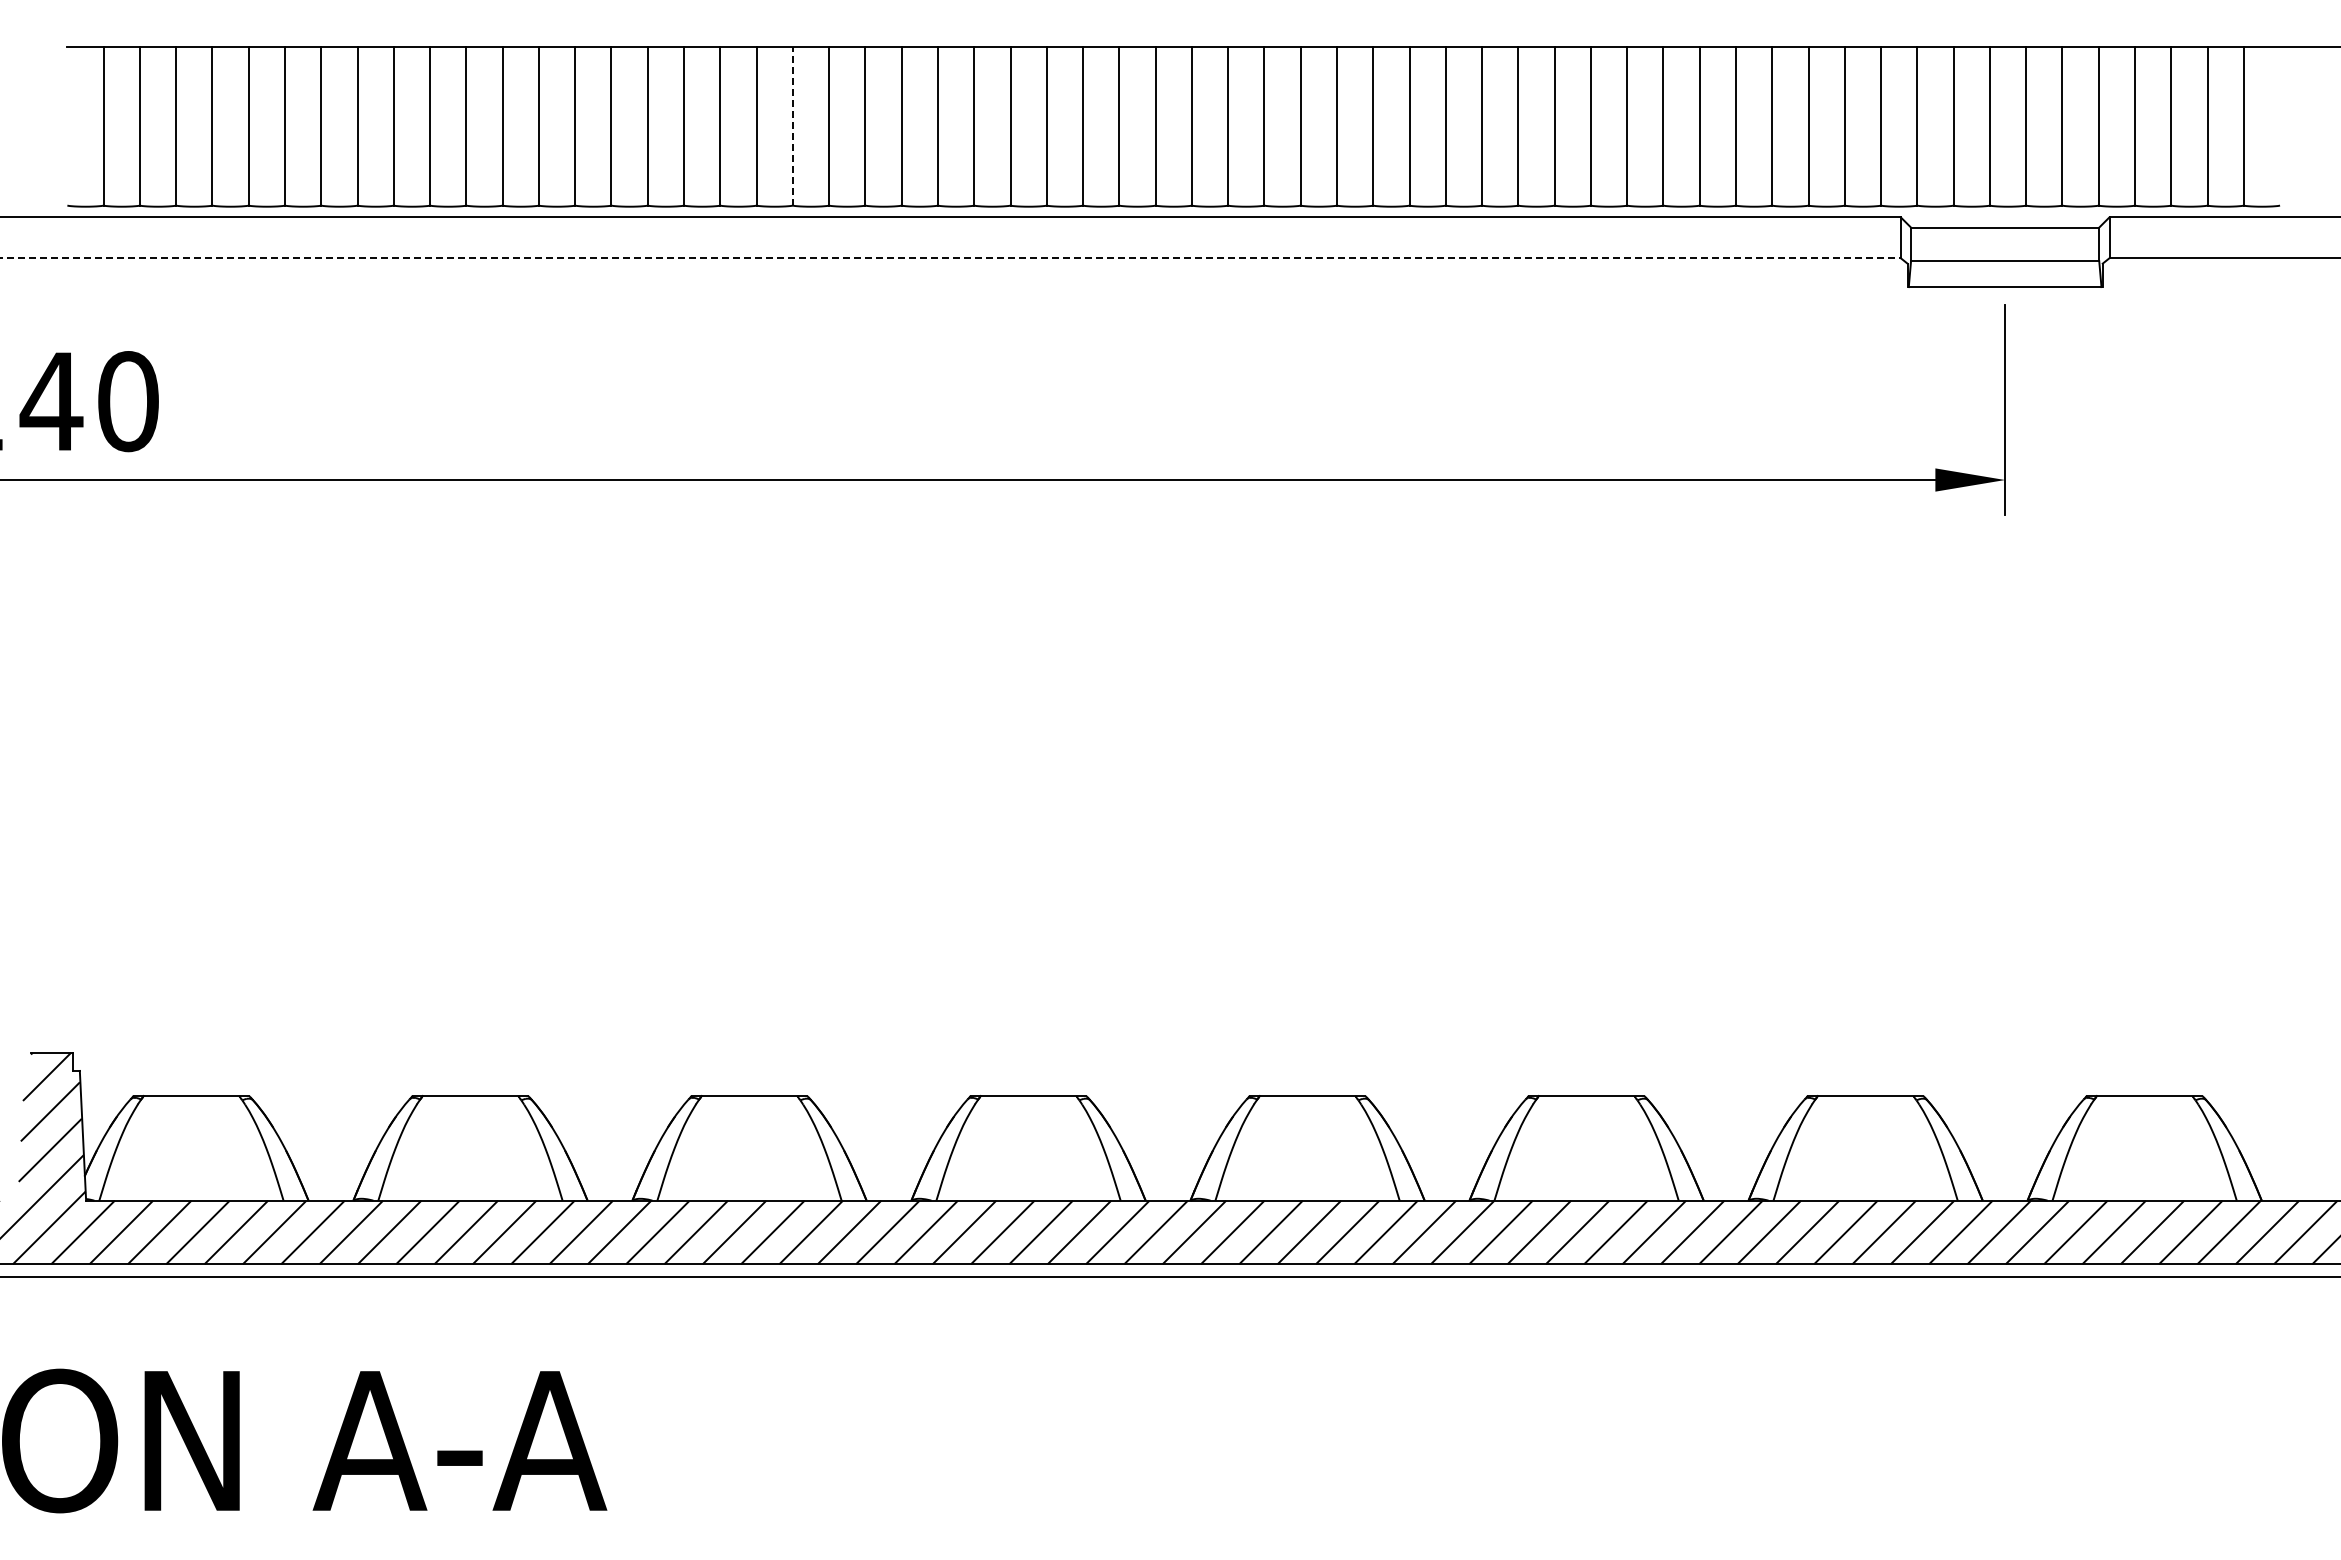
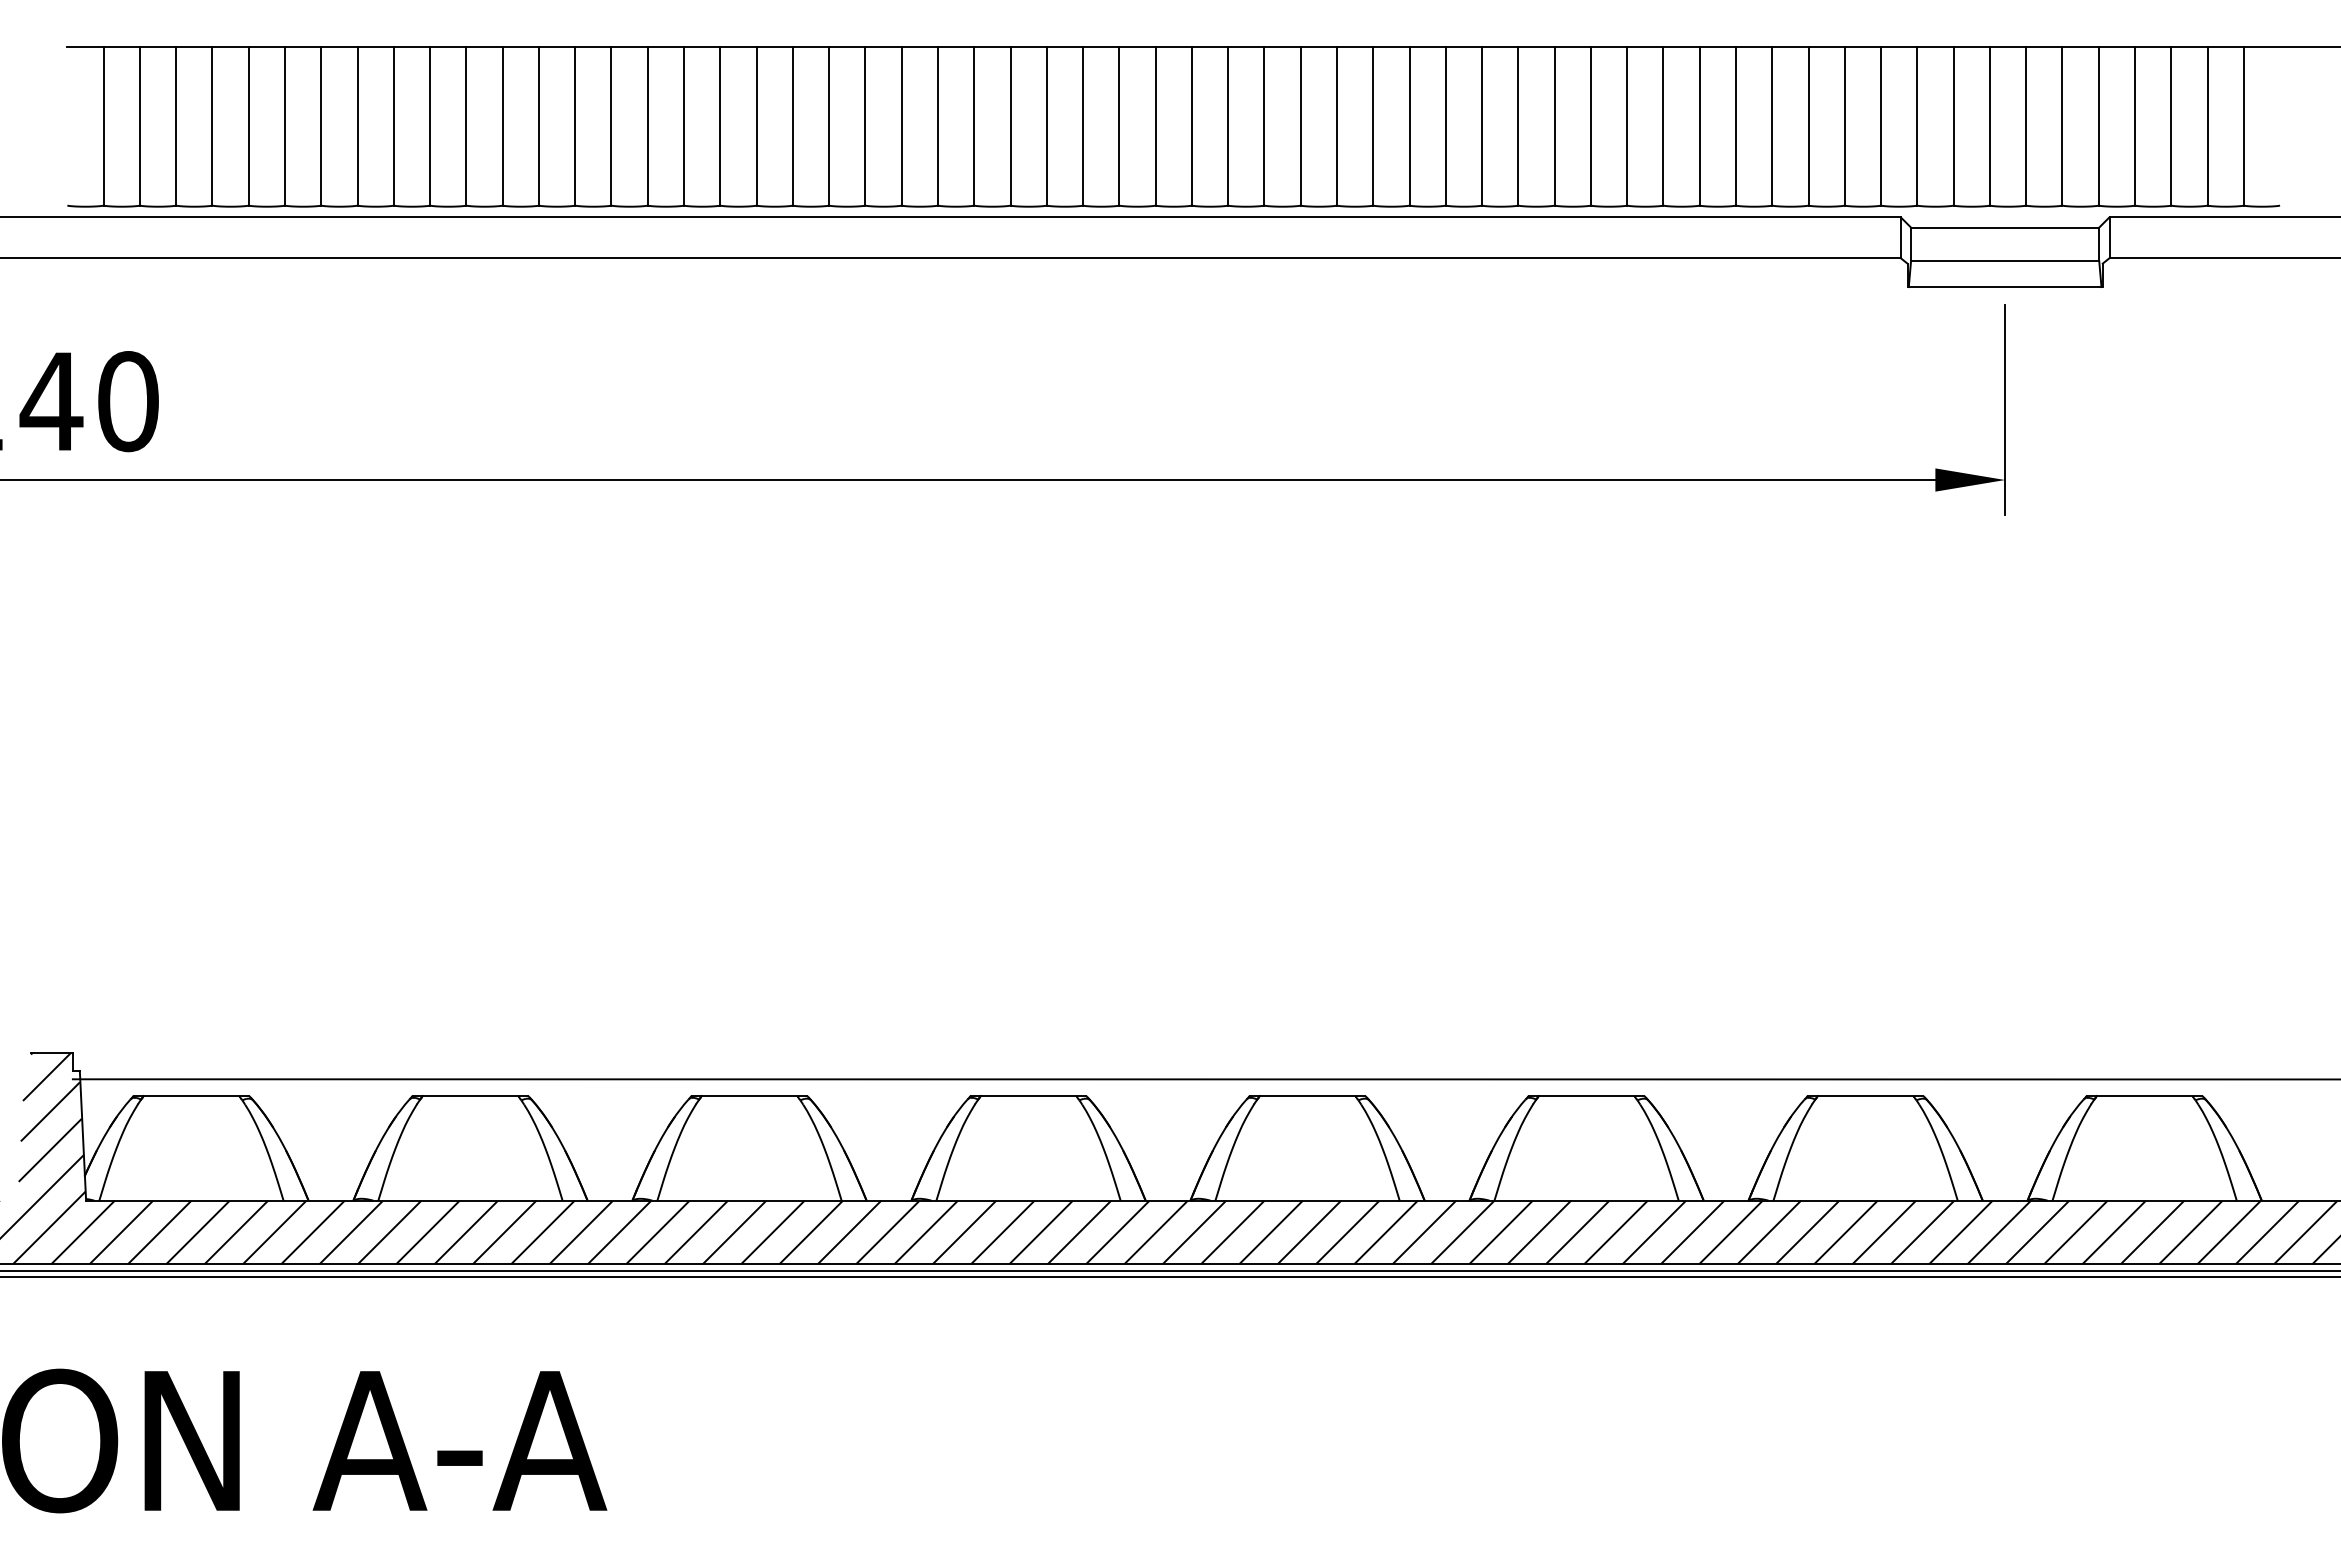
line at (792, 125): dashed -> solid
line at (950, 258): dashed -> solid
line at (1204, 1079): none -> present
line at (1169, 1271): none -> present
